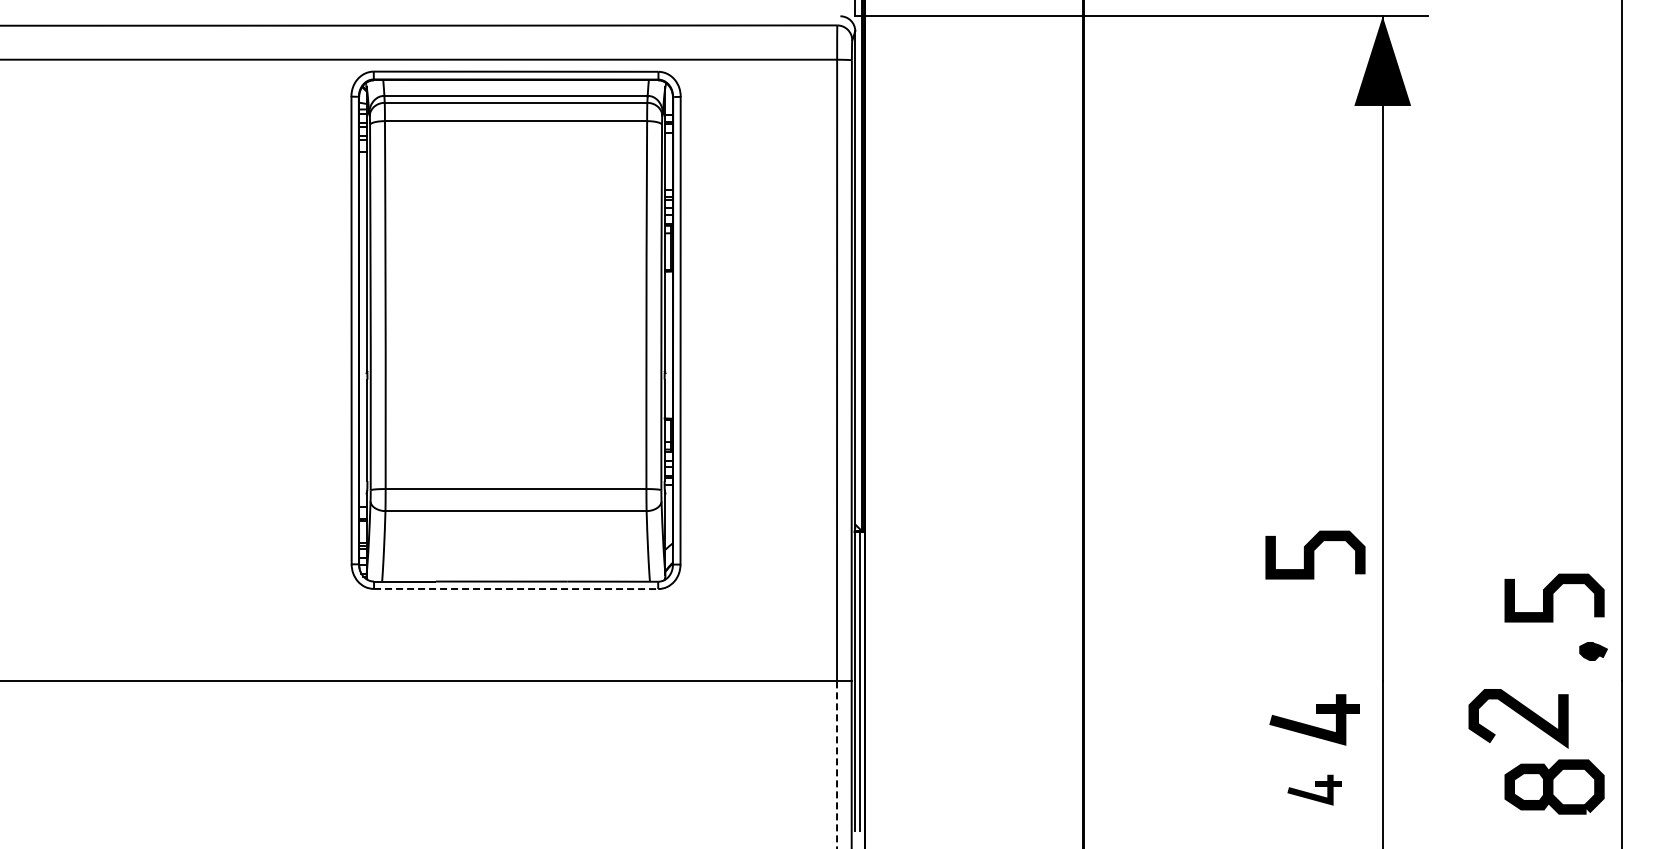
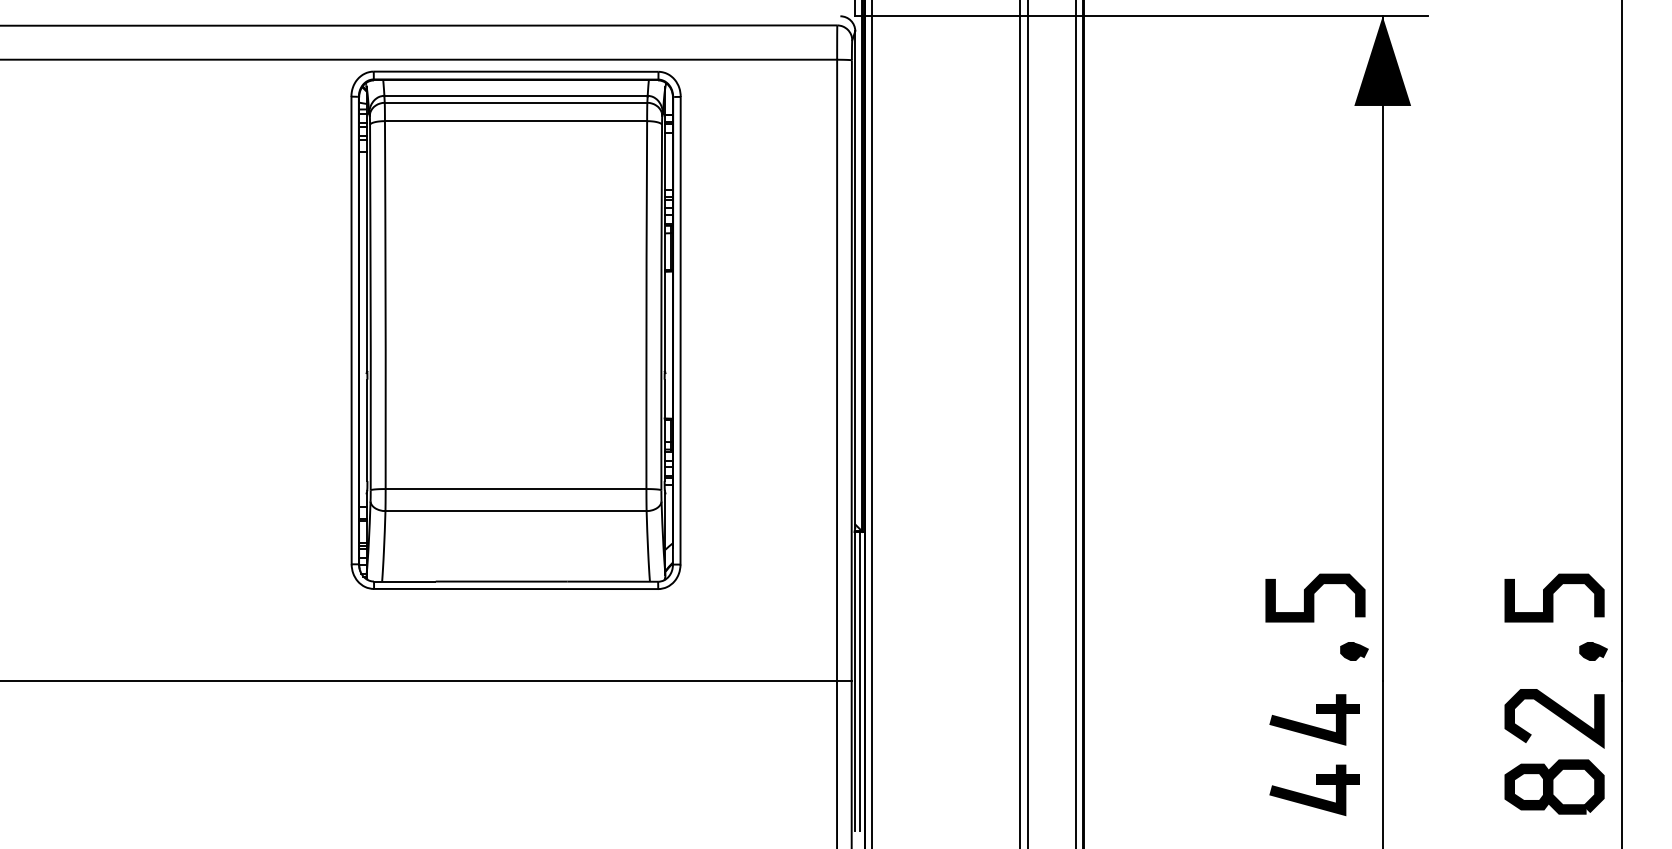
line at (872, 423): none -> present
line at (1020, 423): none -> present
line at (1027, 423): none -> present
line at (1075, 423): none -> present
curve at (1314, 554) position: (1314, 554) -> (1314, 597)
line at (516, 589): dashed -> solid
part at (1354, 651): none -> present
curve at (1520, 715) position: (1520, 715) -> (1556, 715)
line at (837, 765): dashed -> solid
part at (1314, 789) size: 55x32 px -> 91x52 px
